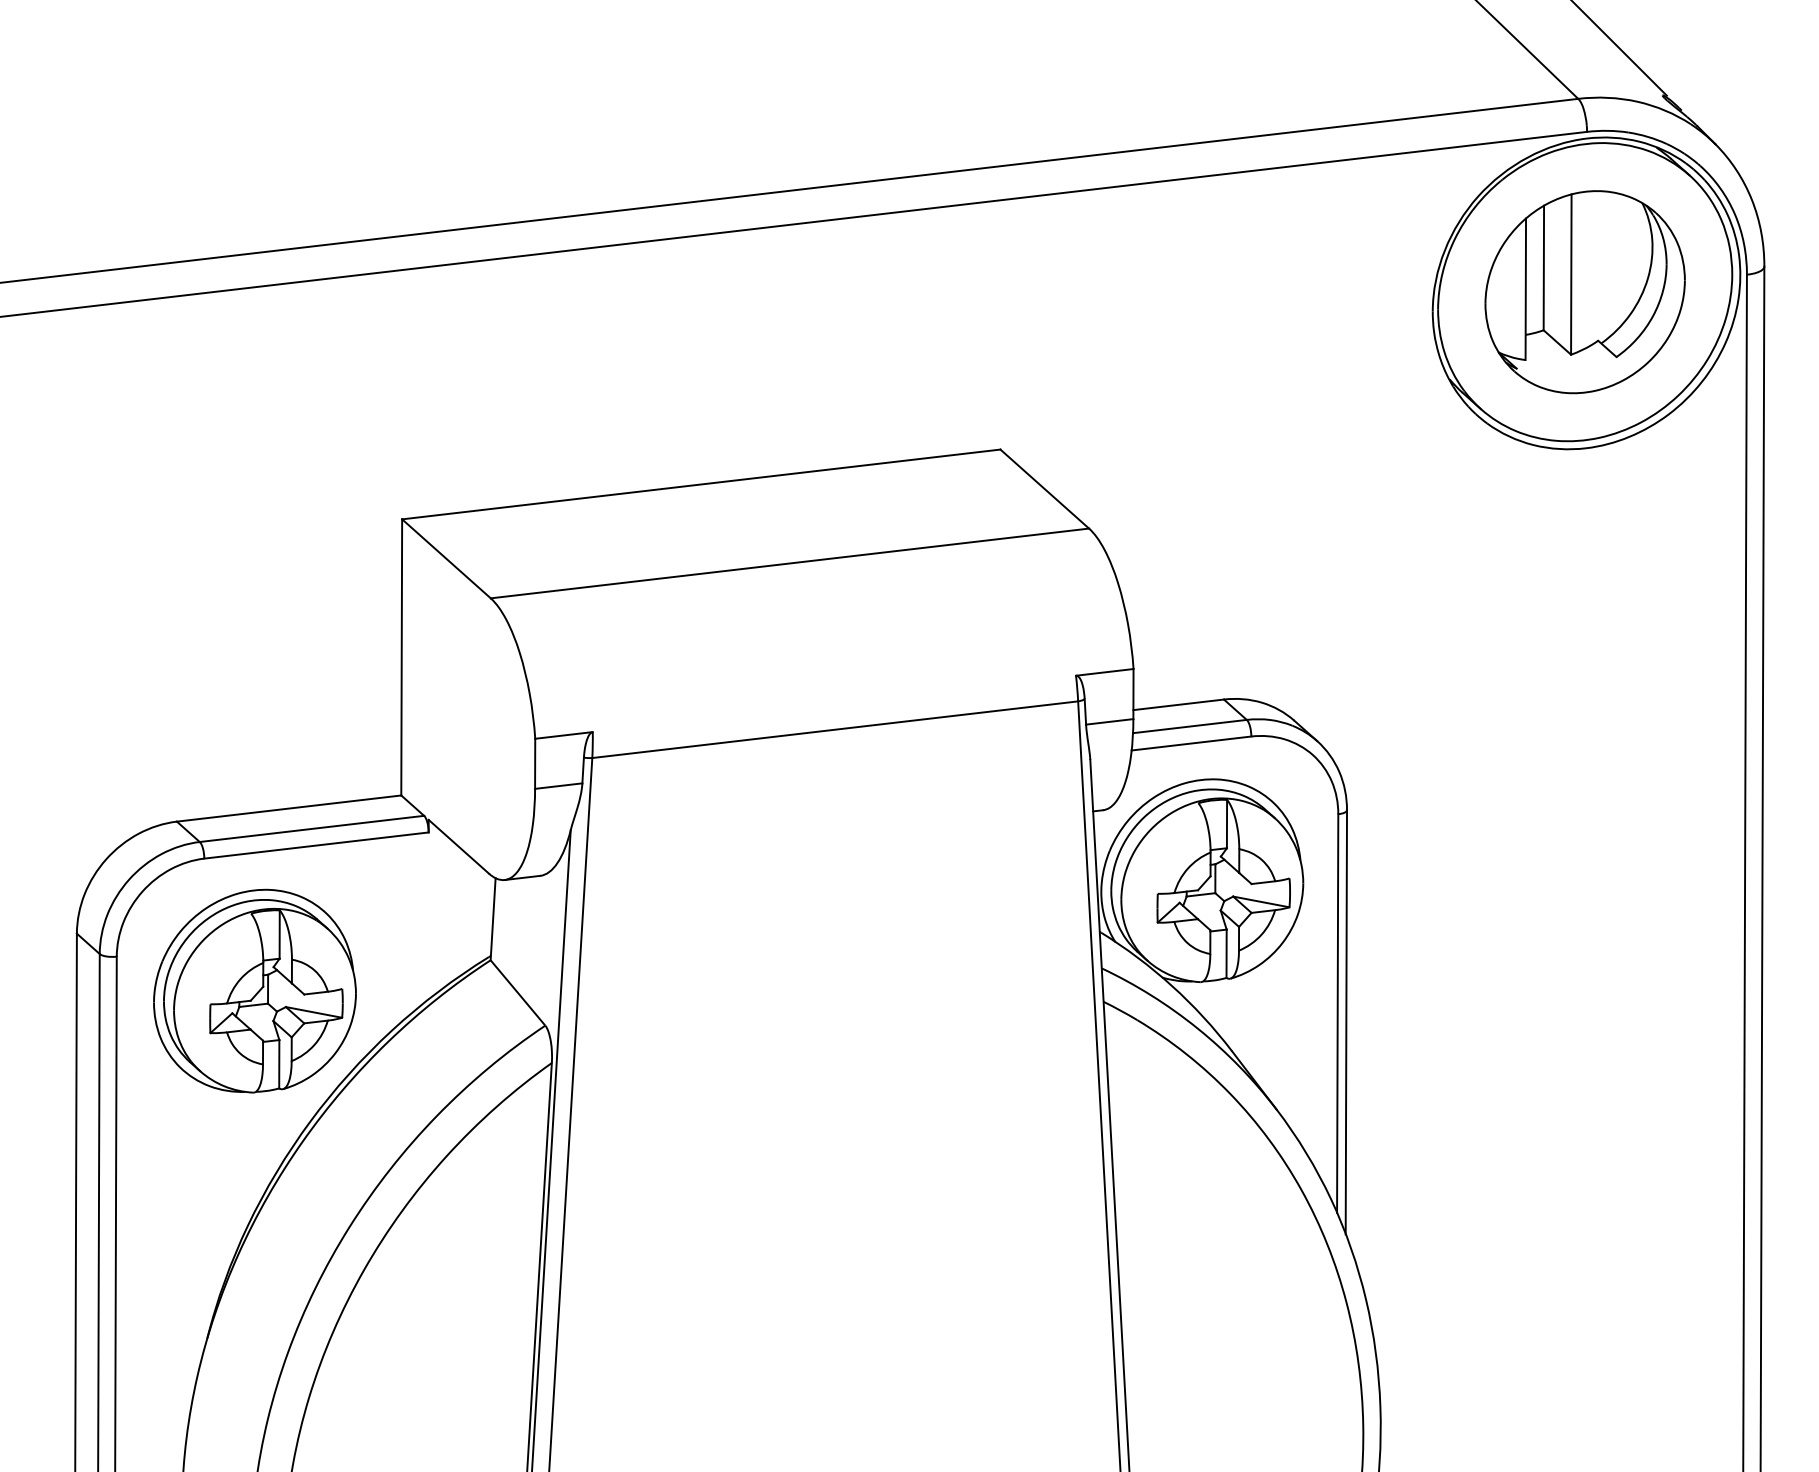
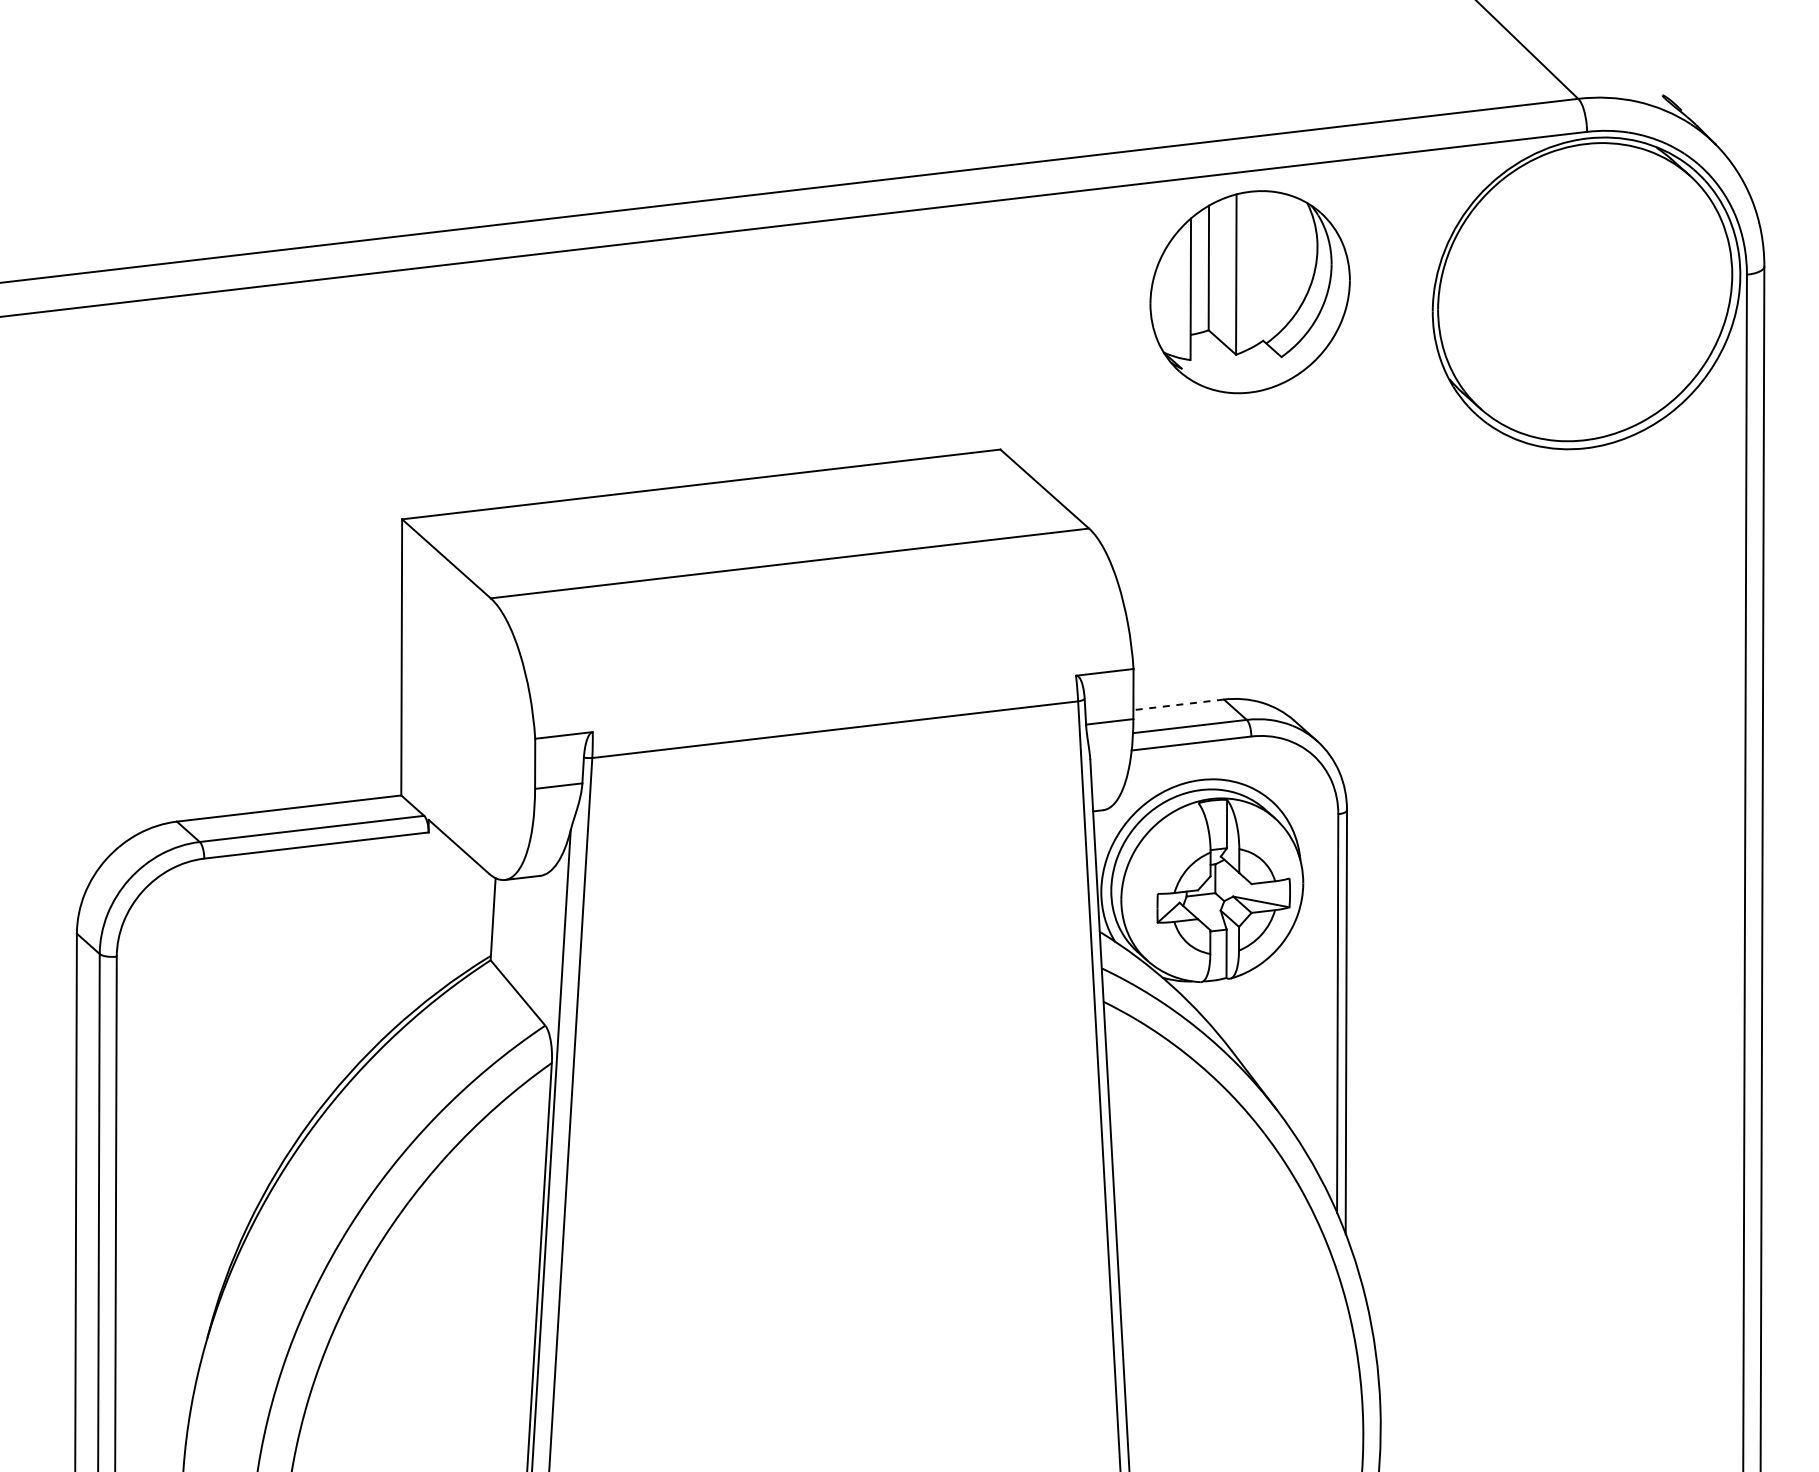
line at (1619, 48): present -> none
part at (1584, 292) position: (1584, 292) -> (1249, 292)
line at (1178, 704): solid -> dashed
part at (254, 990): present -> none
